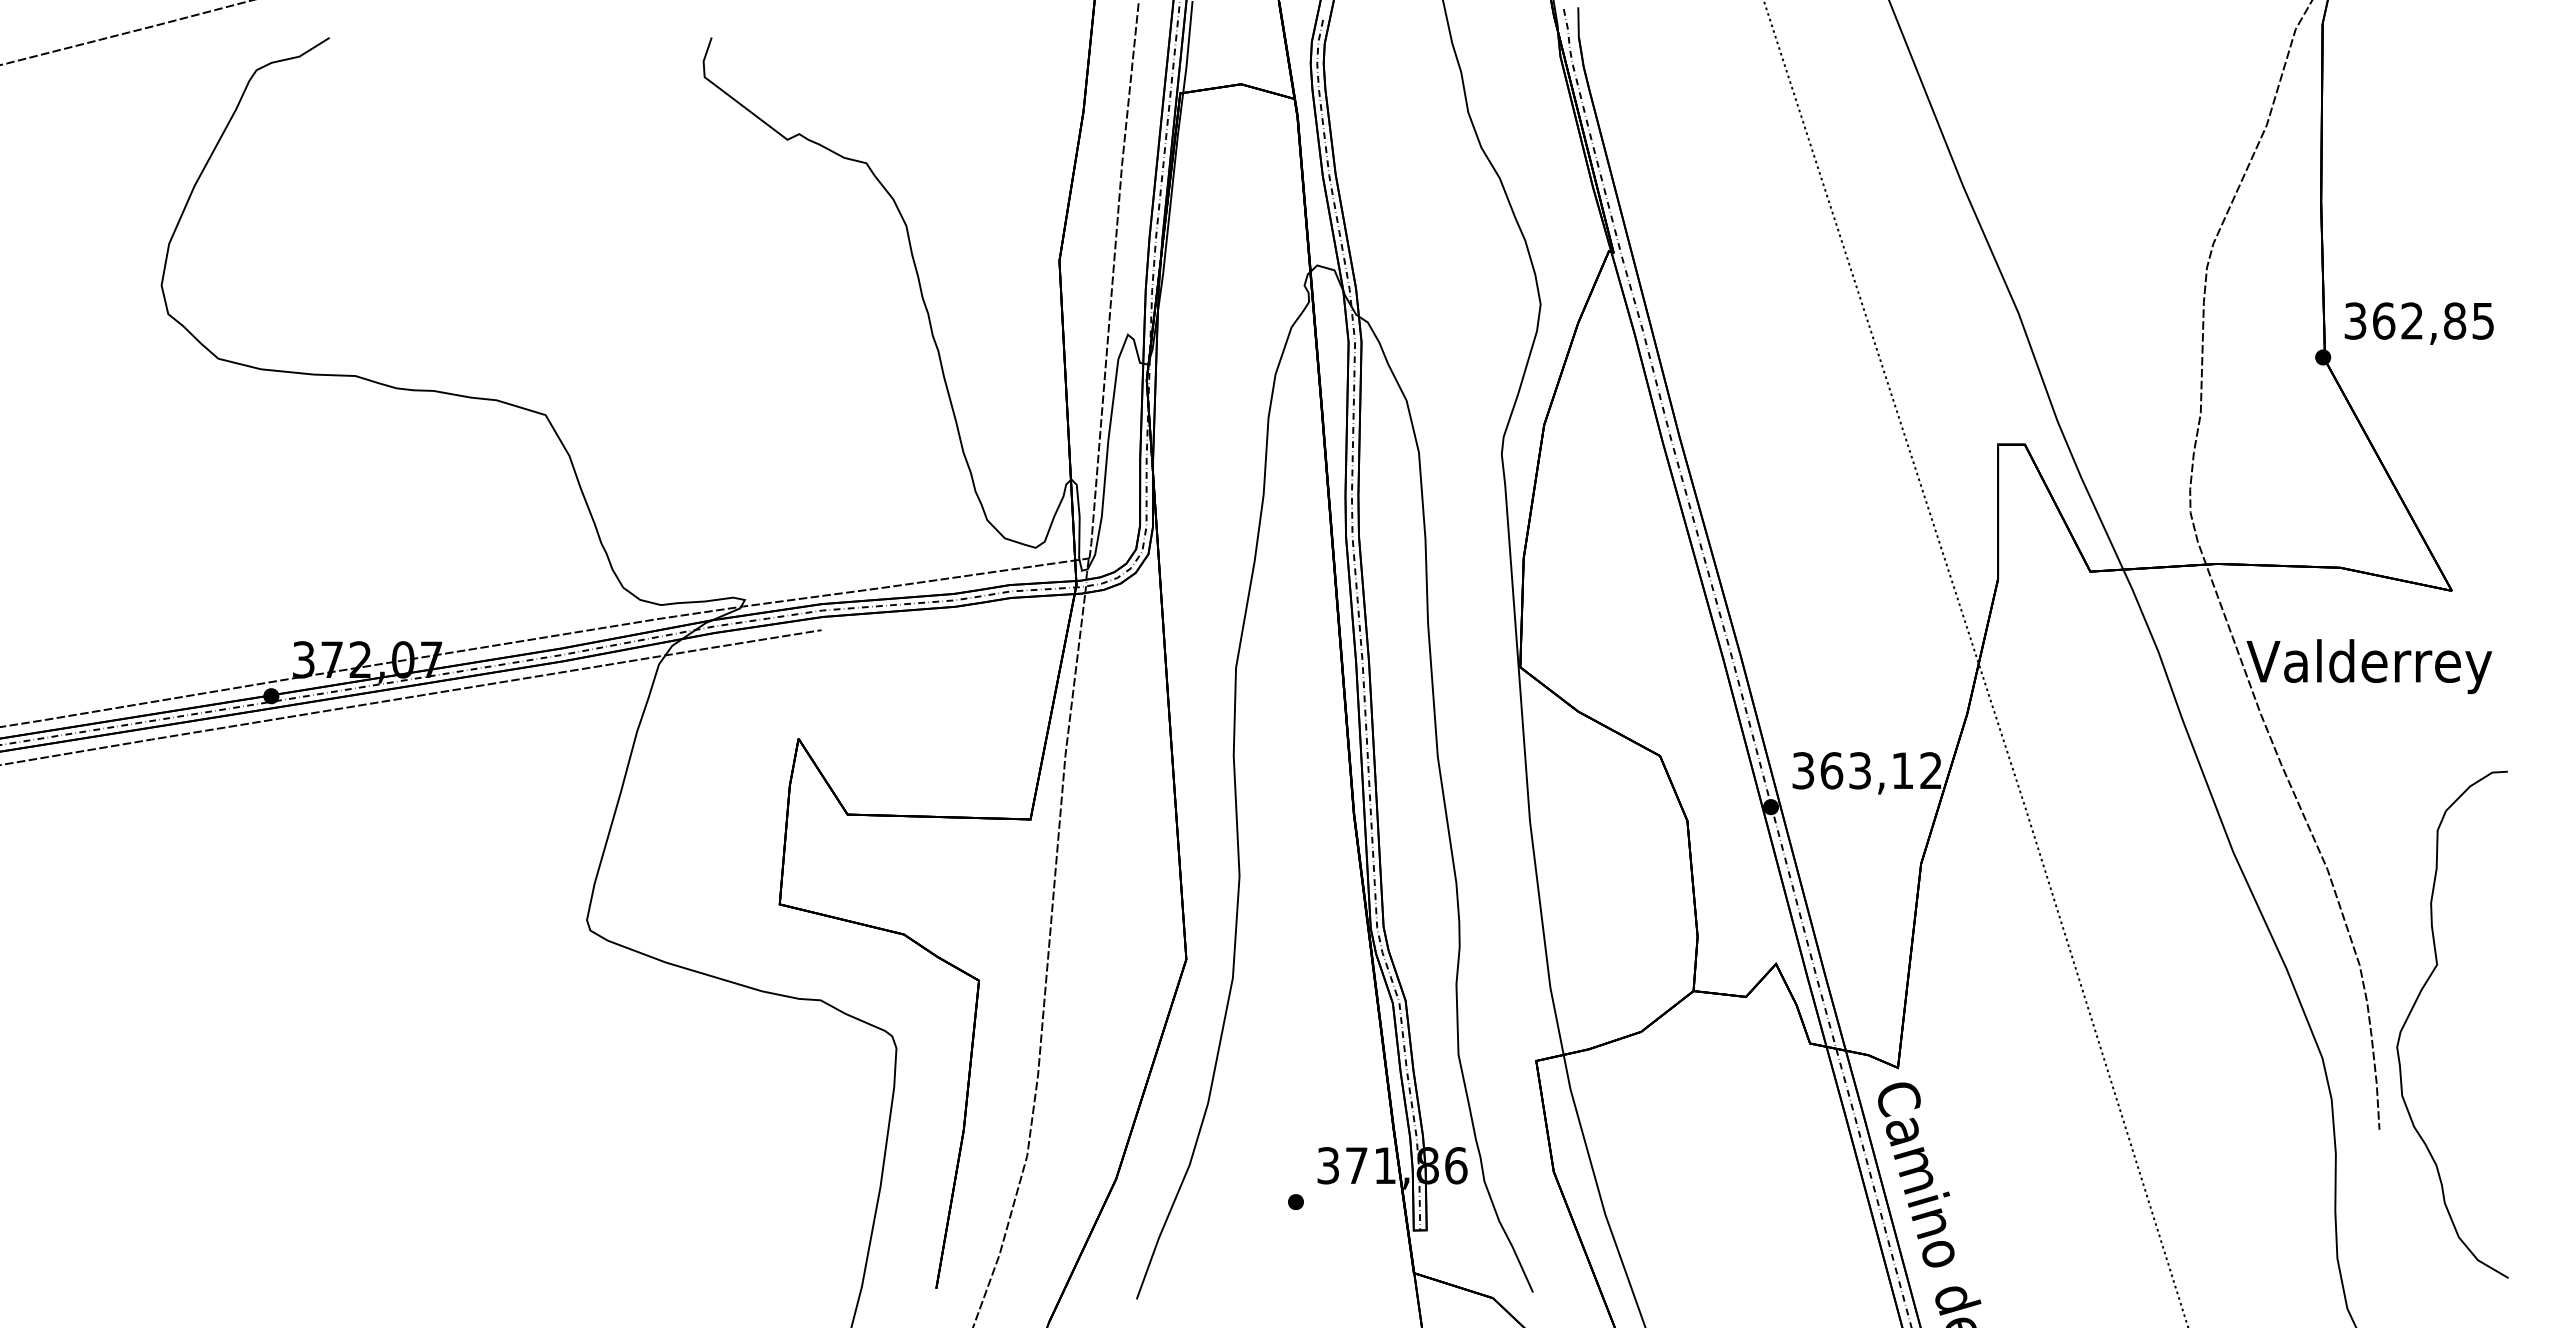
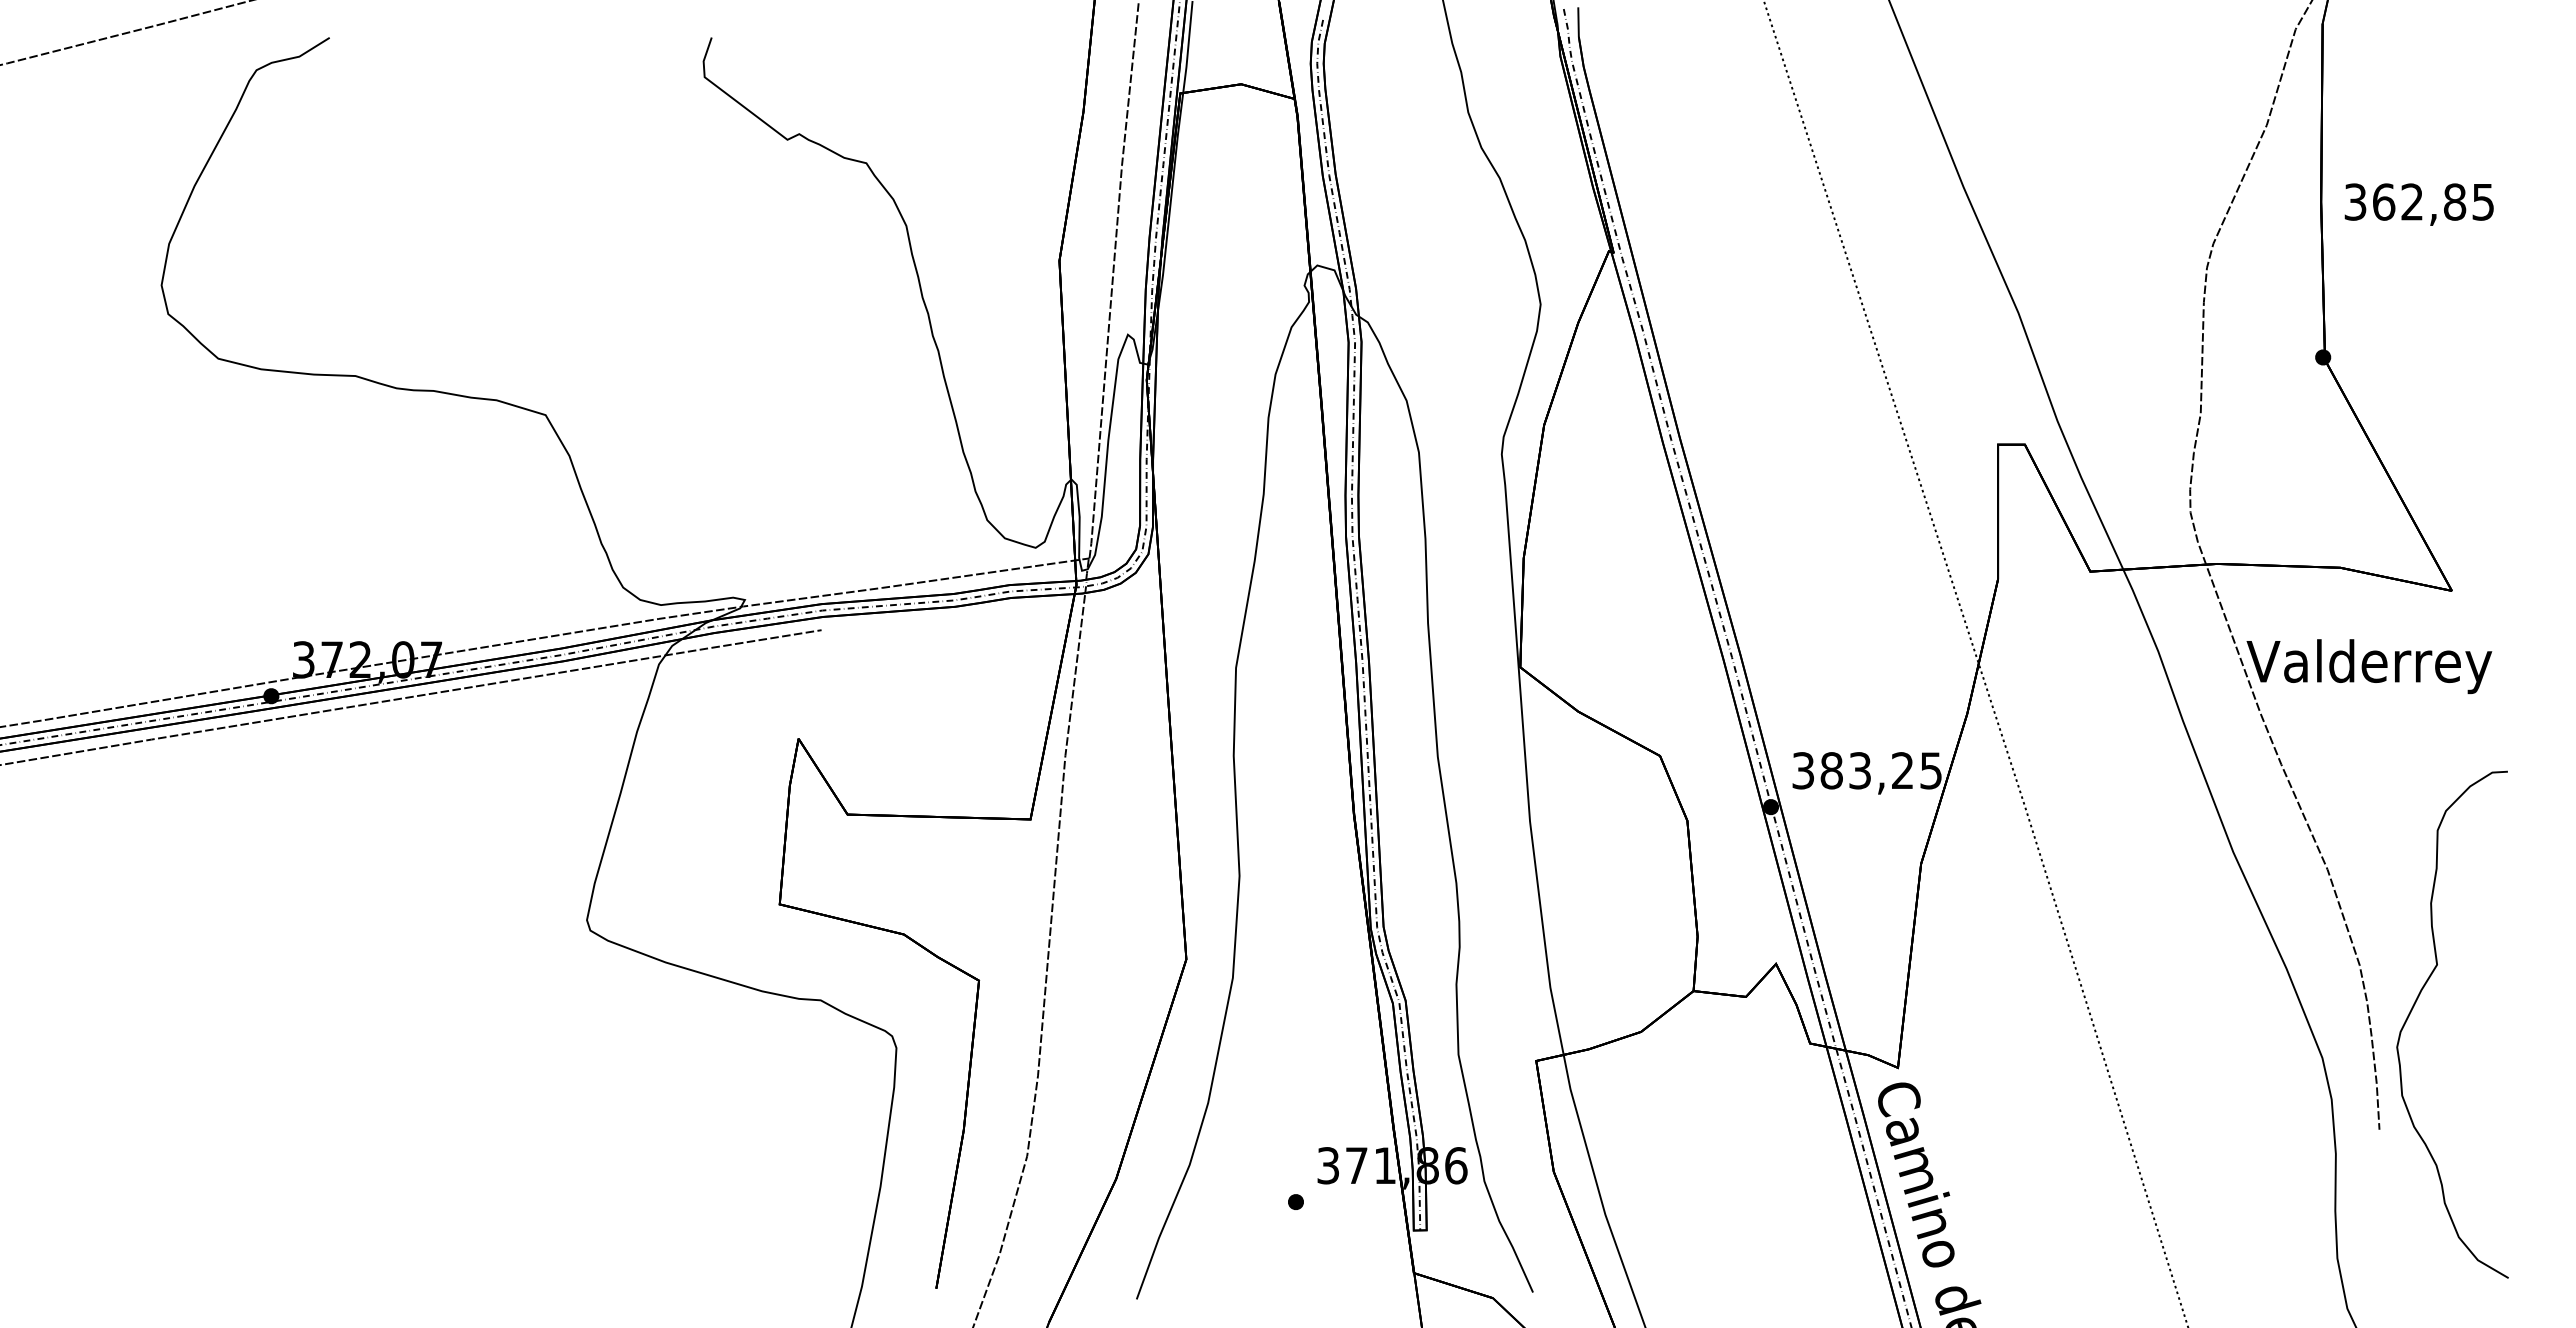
text at (2418, 323) position: (2418, 323) -> (2418, 204)
text at (1880, 770): 363,12 -> 383,25
